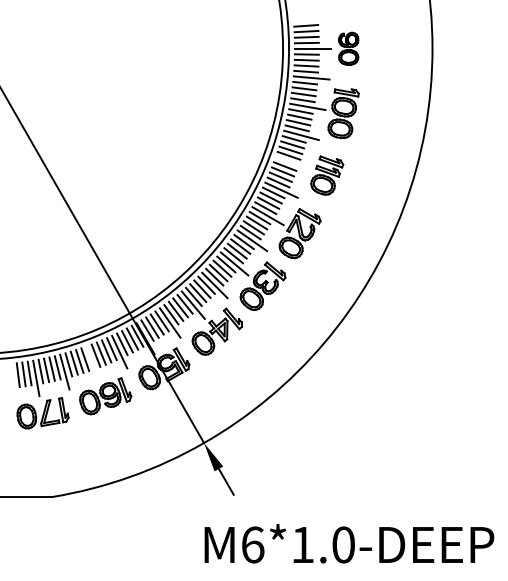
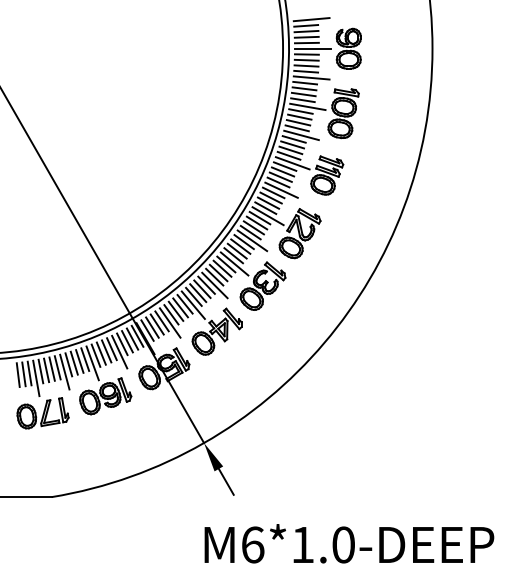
line at (311, 19): none -> present
part at (348, 48) size: 22x35 px -> 27x43 px
line at (292, 163): none -> present
line at (92, 363): none -> present
